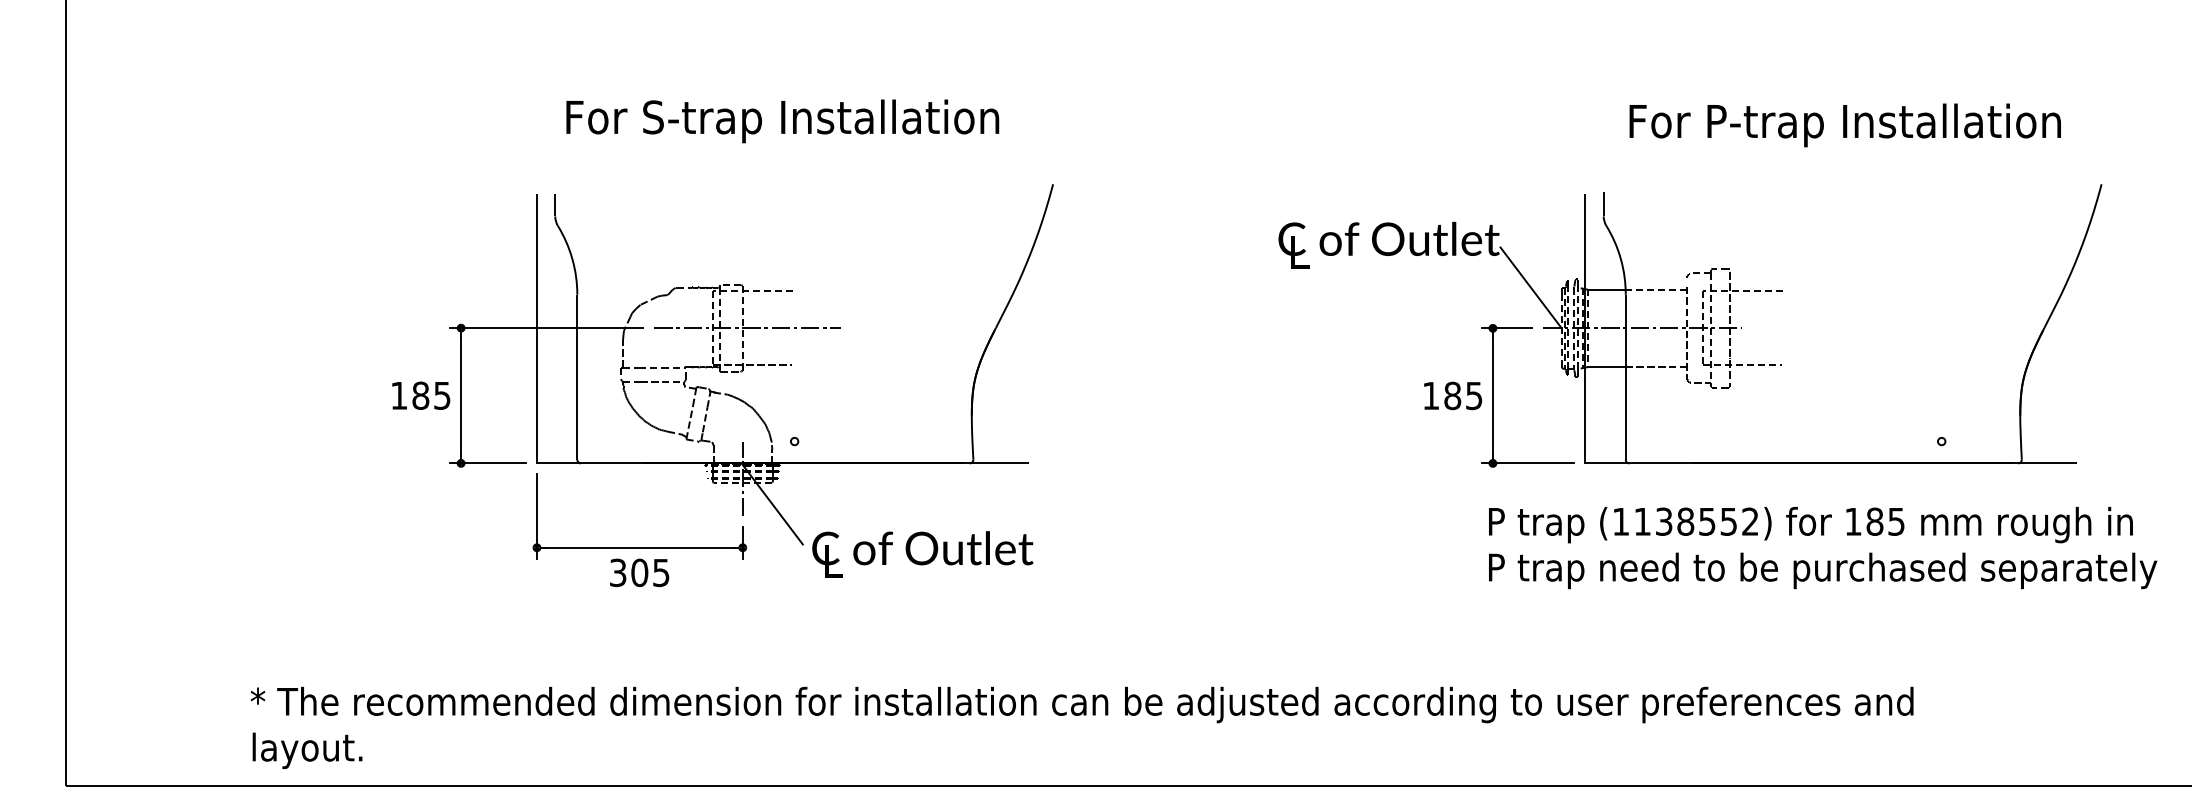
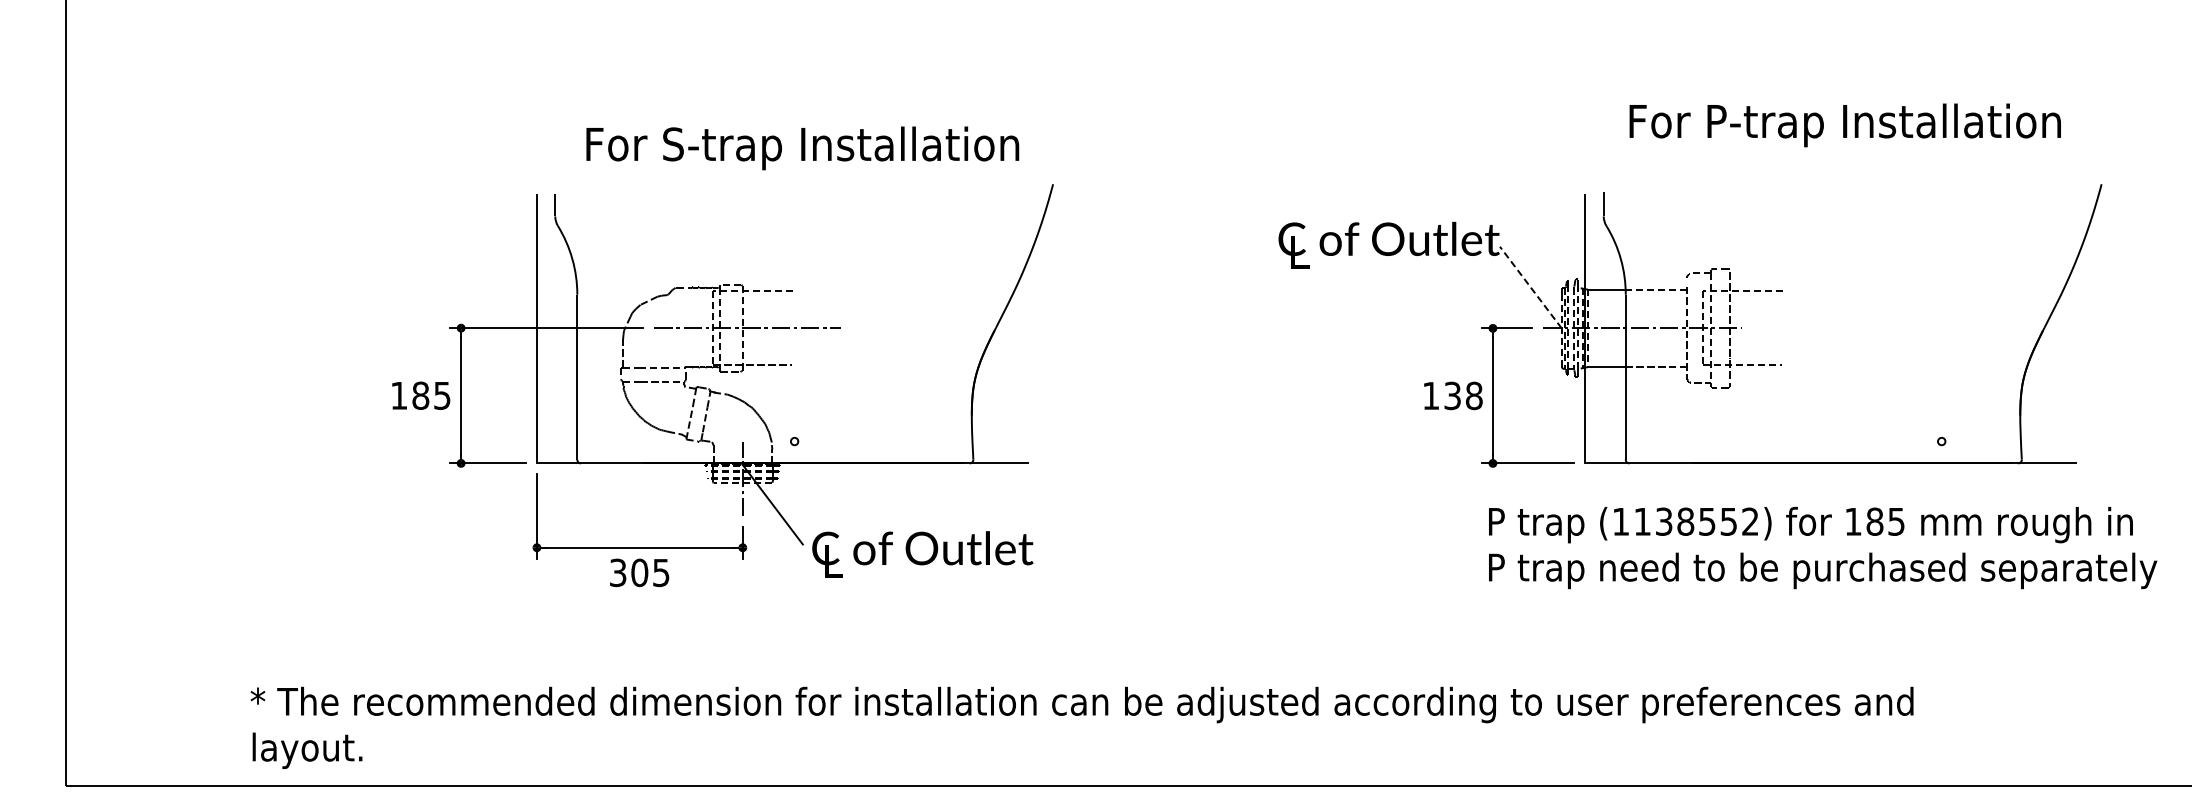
text at (782, 121) position: (782, 121) -> (802, 148)
line at (1530, 287): solid -> dashed
text at (1463, 395): 185 -> 138
